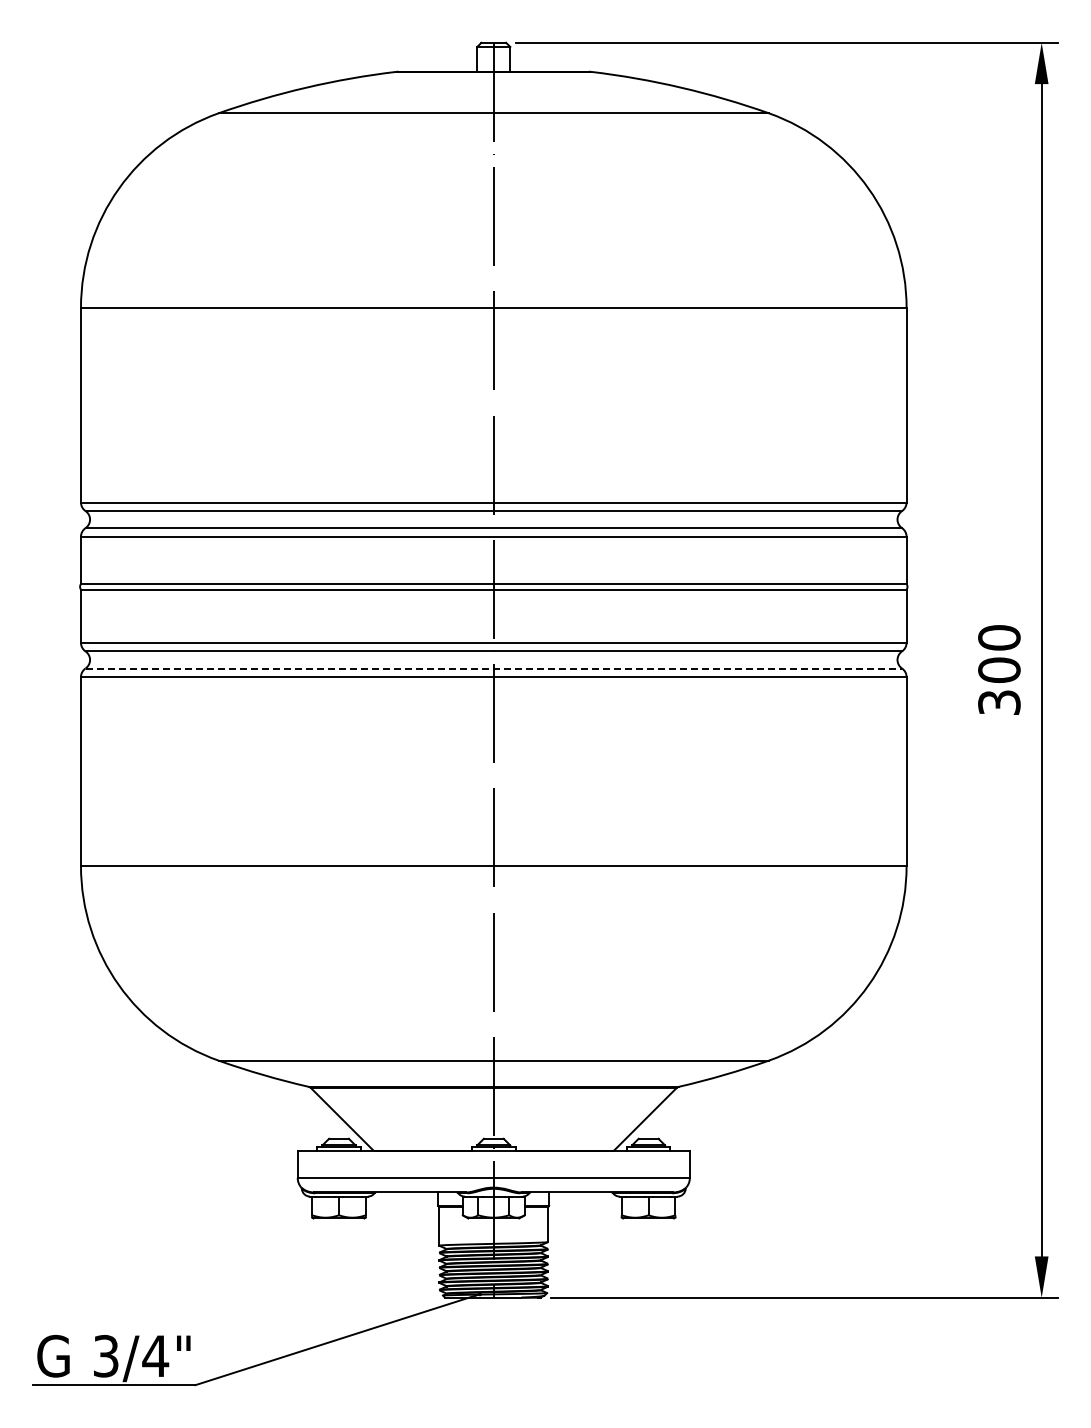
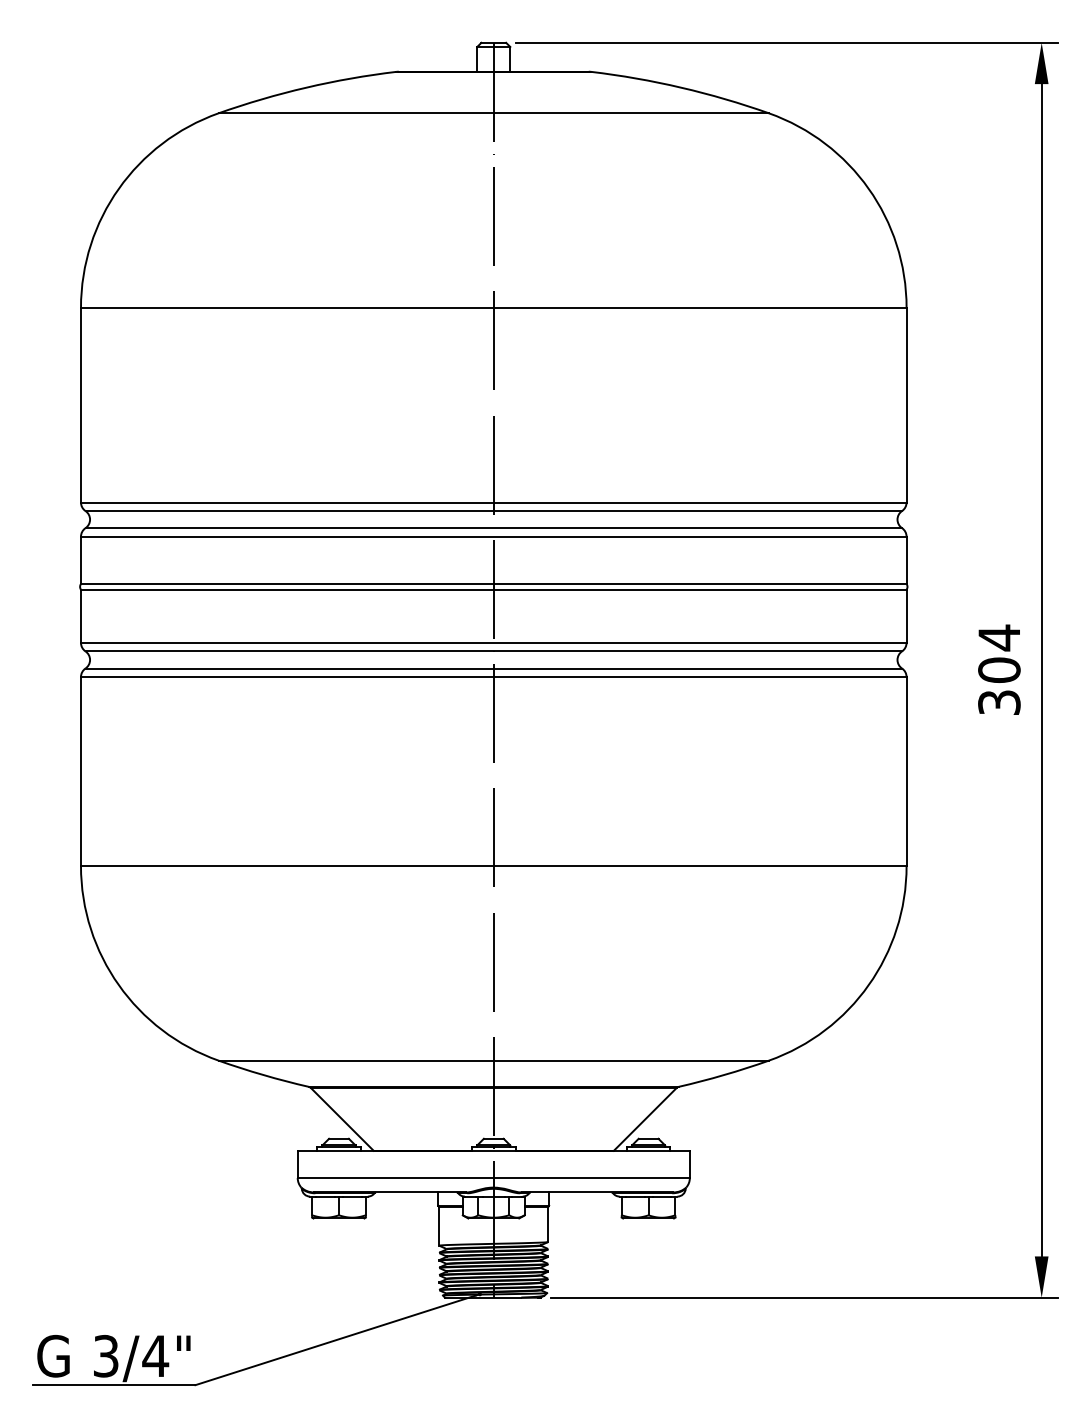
text at (999, 637): 300 -> 304
line at (494, 668): dashed -> solid
